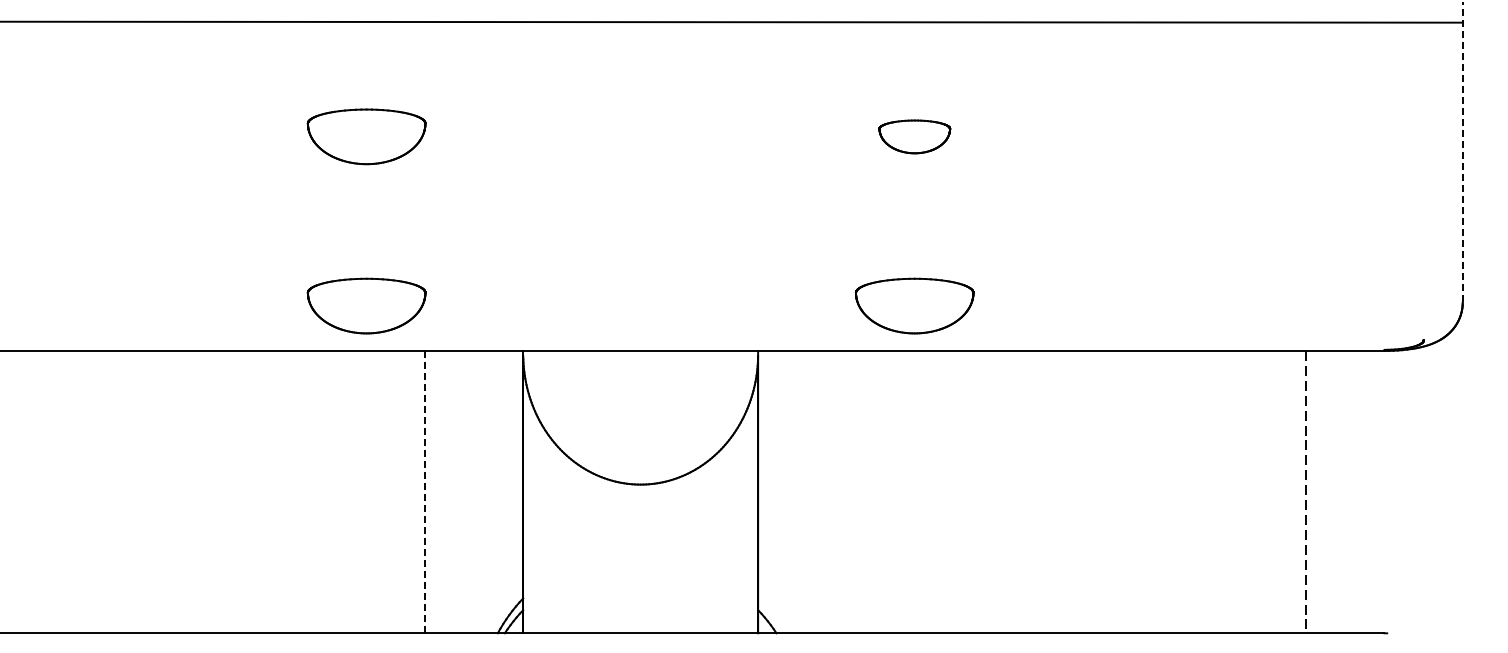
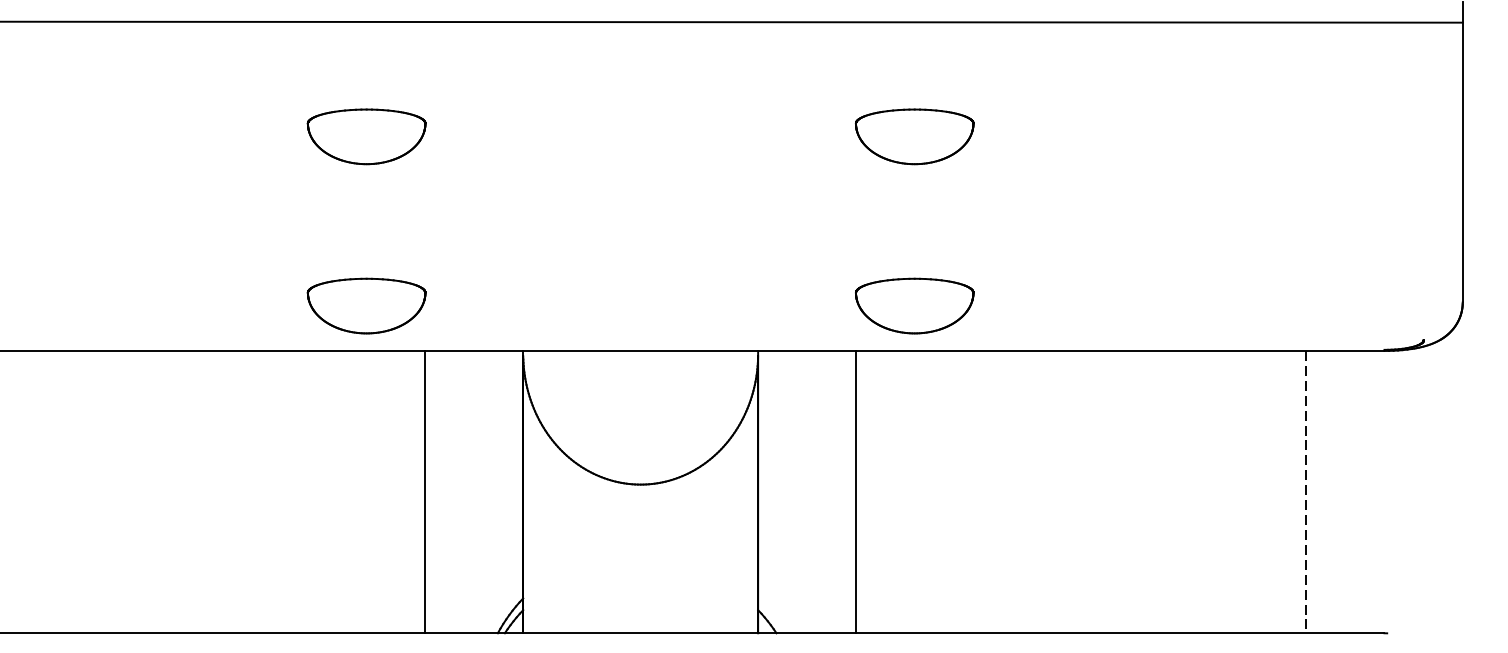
part at (914, 136) size: 74x36 px -> 120x58 px
line at (1462, 151): dashed -> solid
line at (425, 491): dashed -> solid
line at (855, 492): none -> present
